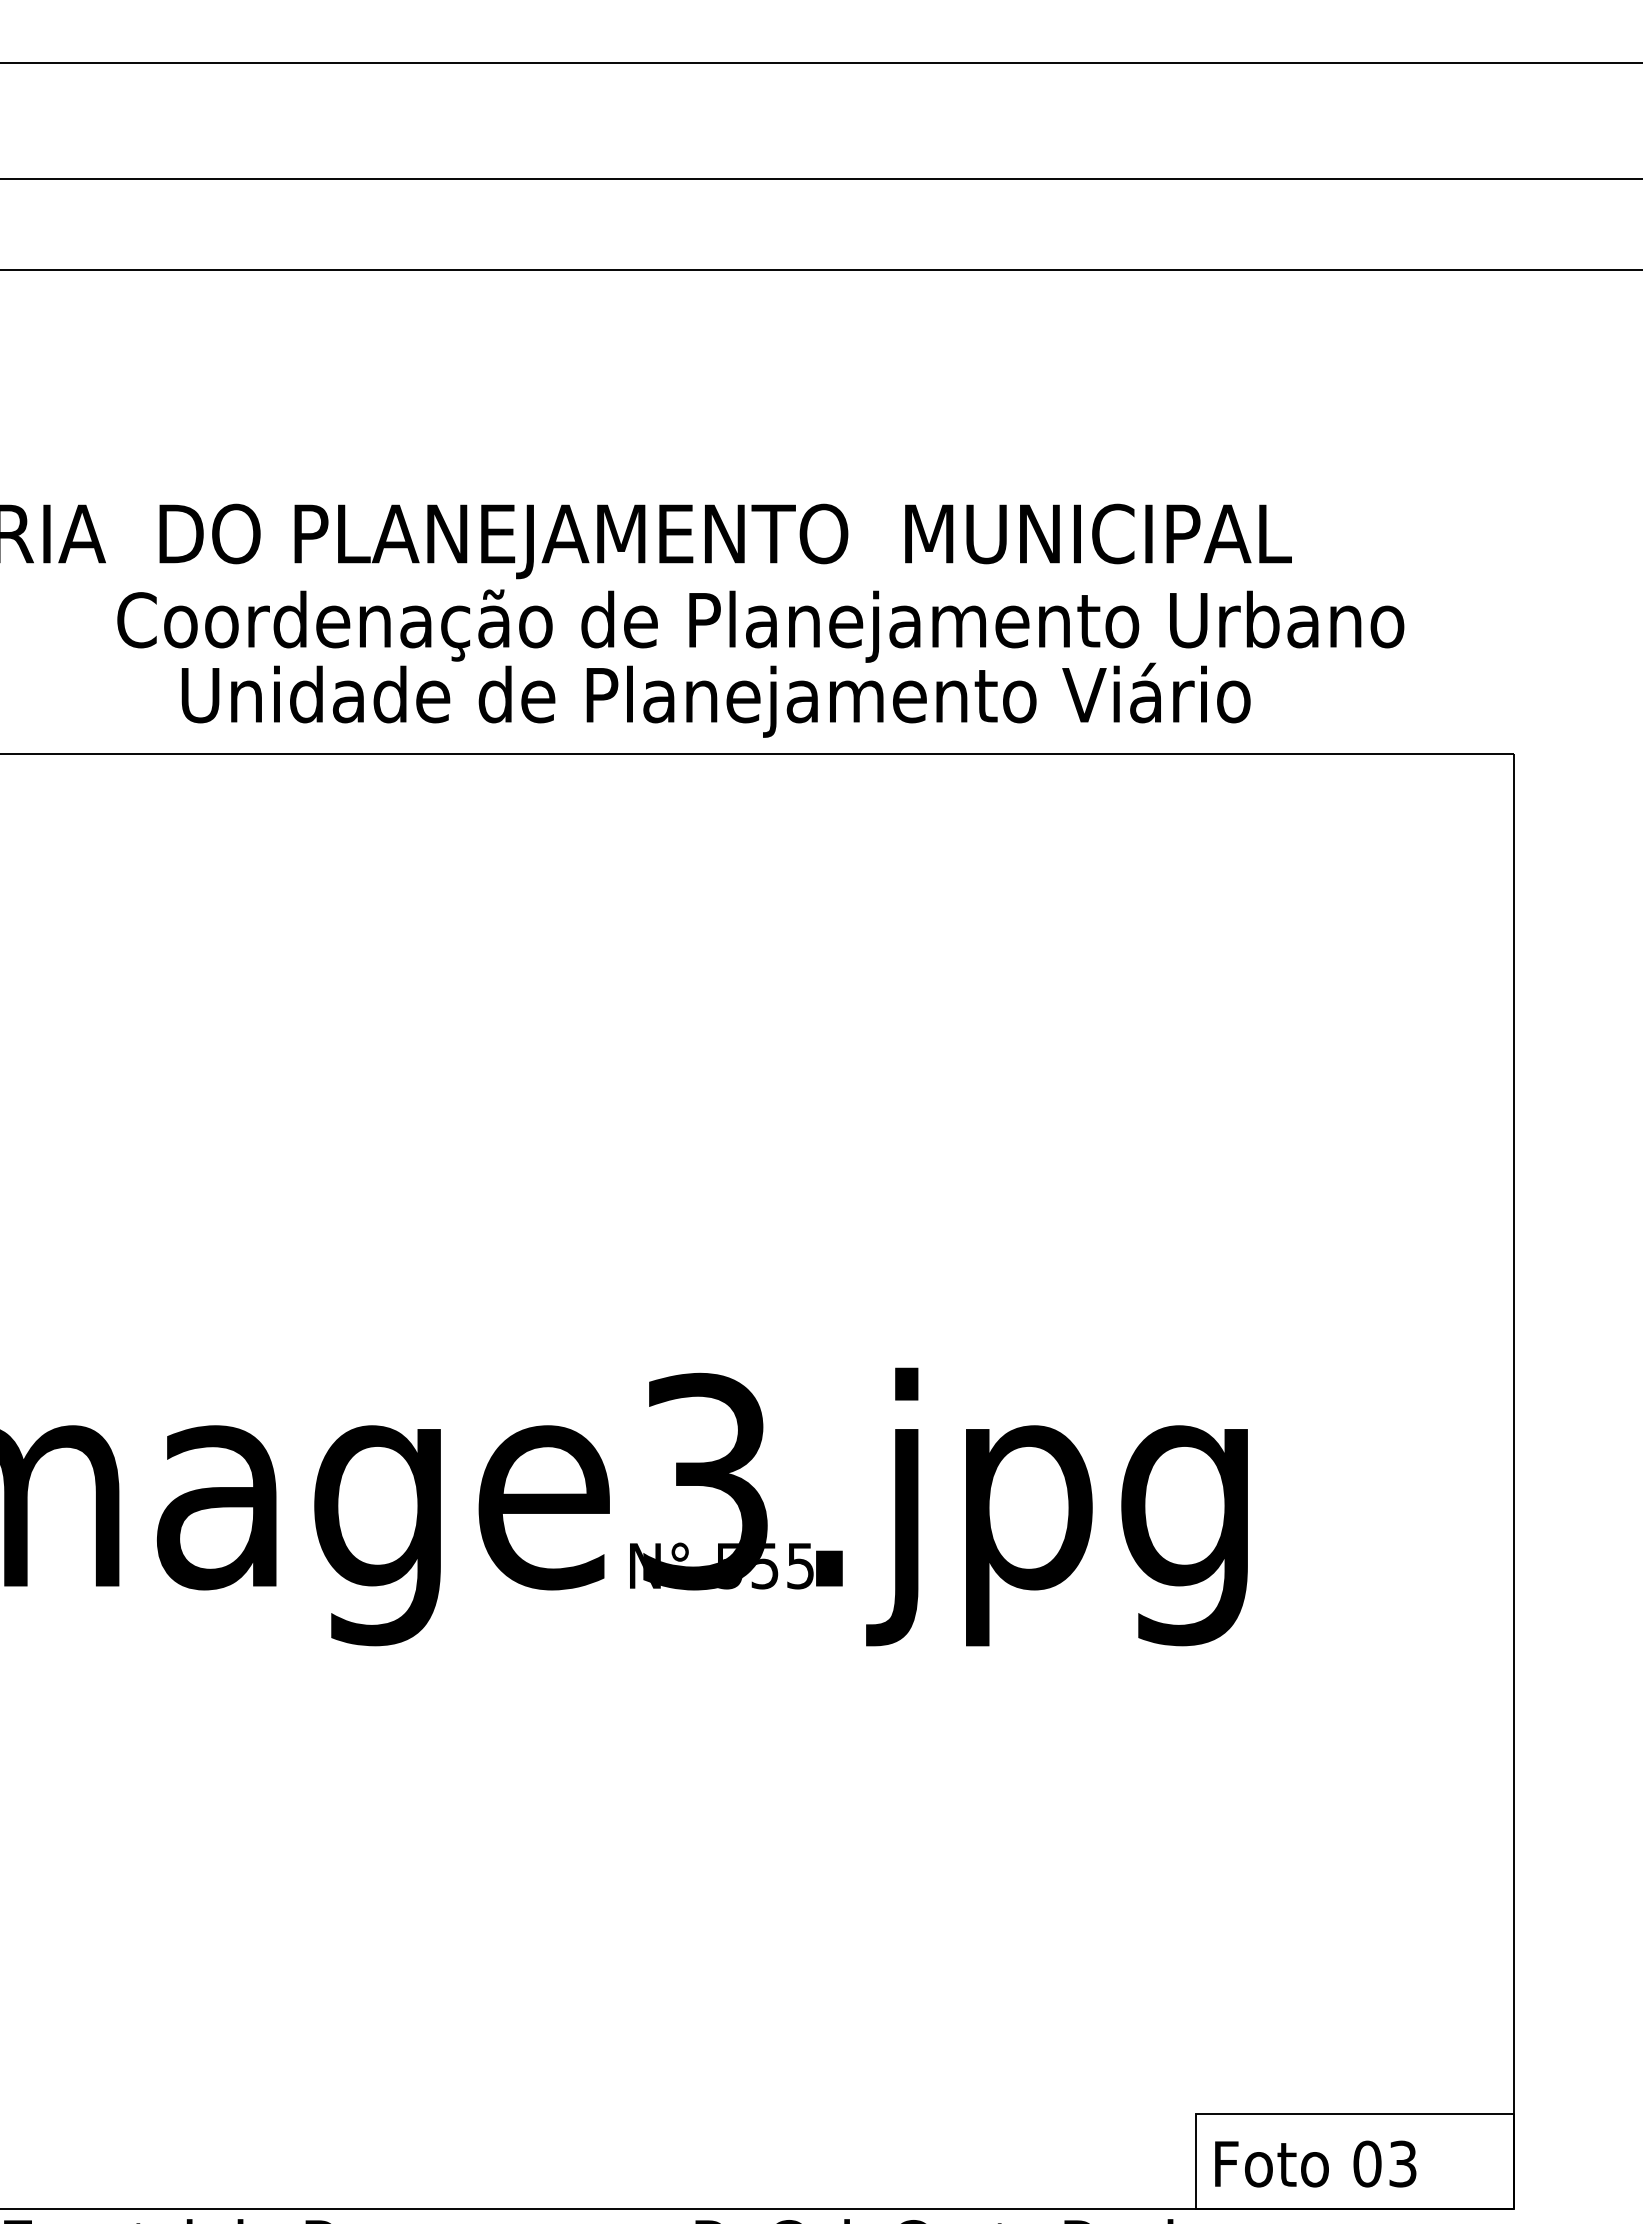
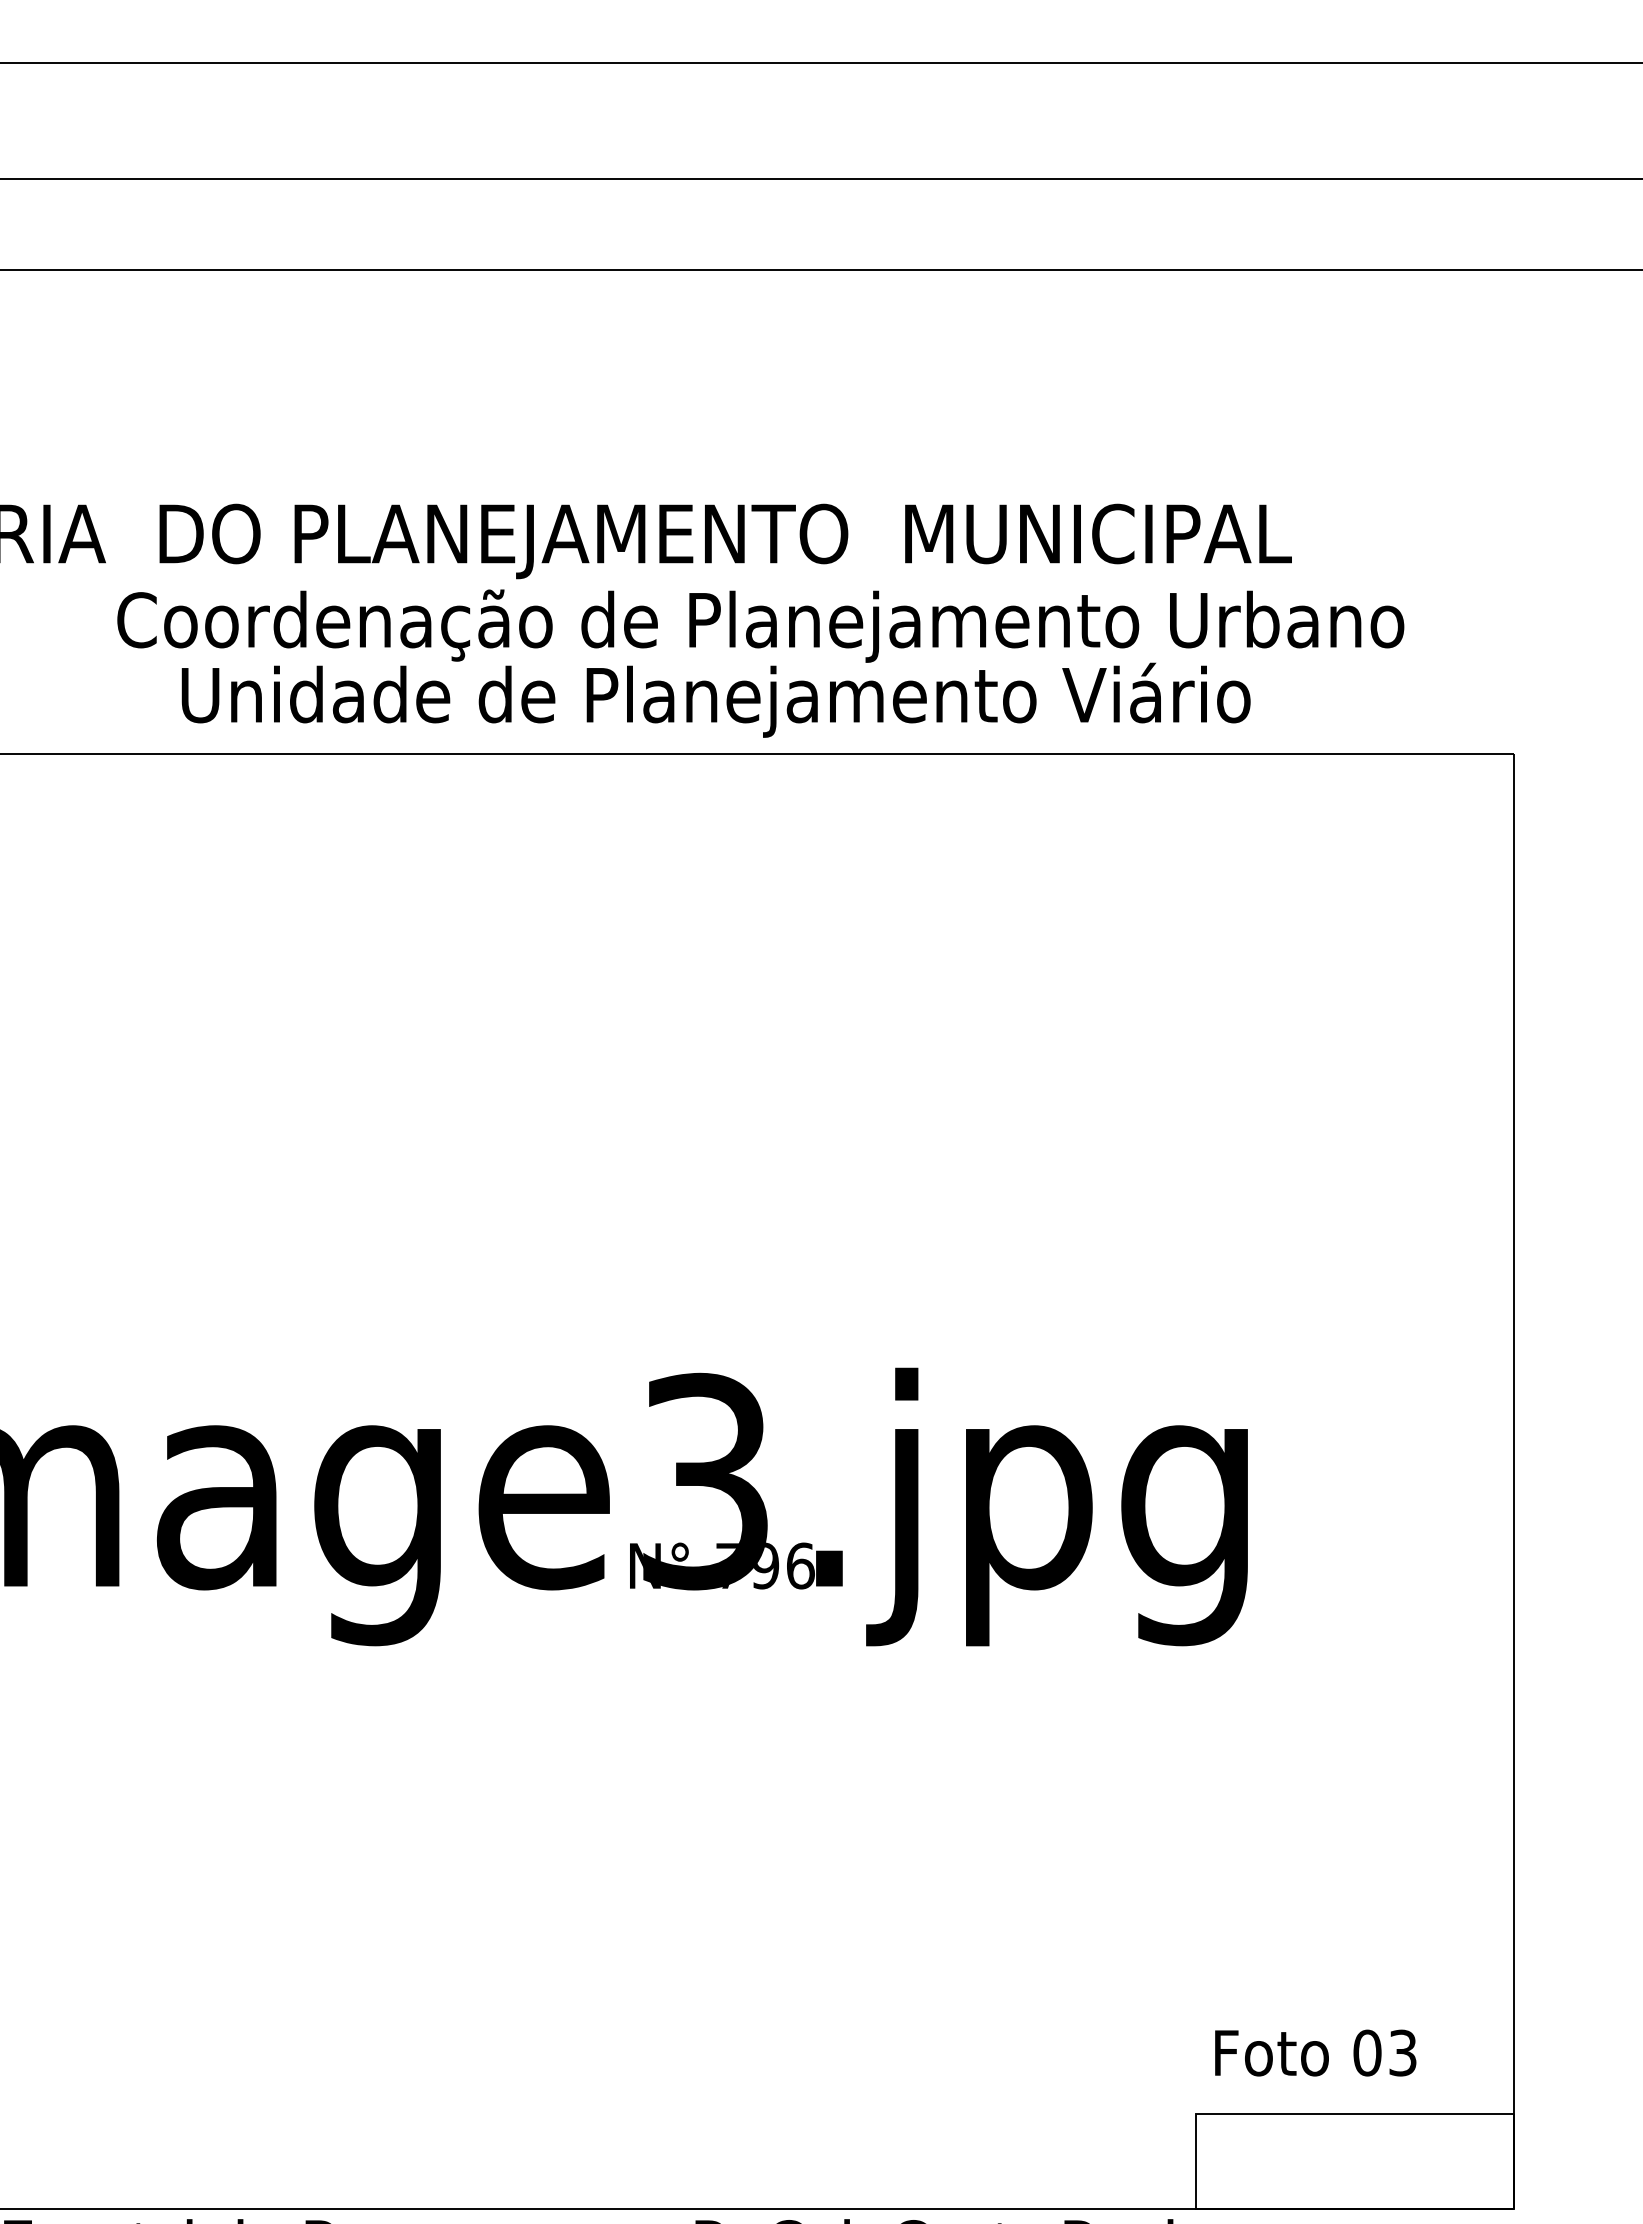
text at (765, 1565): 555 -> 796
text at (1315, 2163) position: (1315, 2163) -> (1315, 2052)
